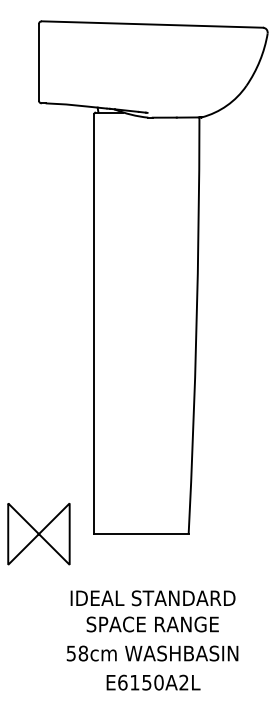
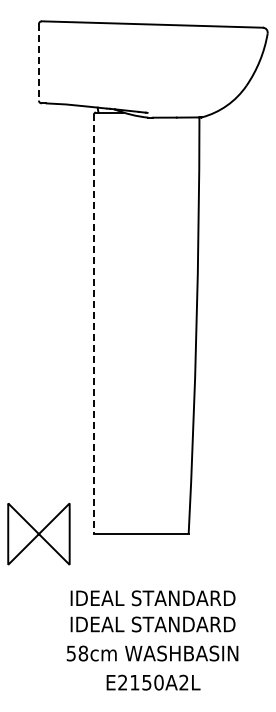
line at (38, 62): solid -> dashed
line at (94, 324): solid -> dashed
text at (152, 624): SPACE RANGE -> IDEAL STANDARD
text at (122, 682): E6150A2L -> E2150A2L
